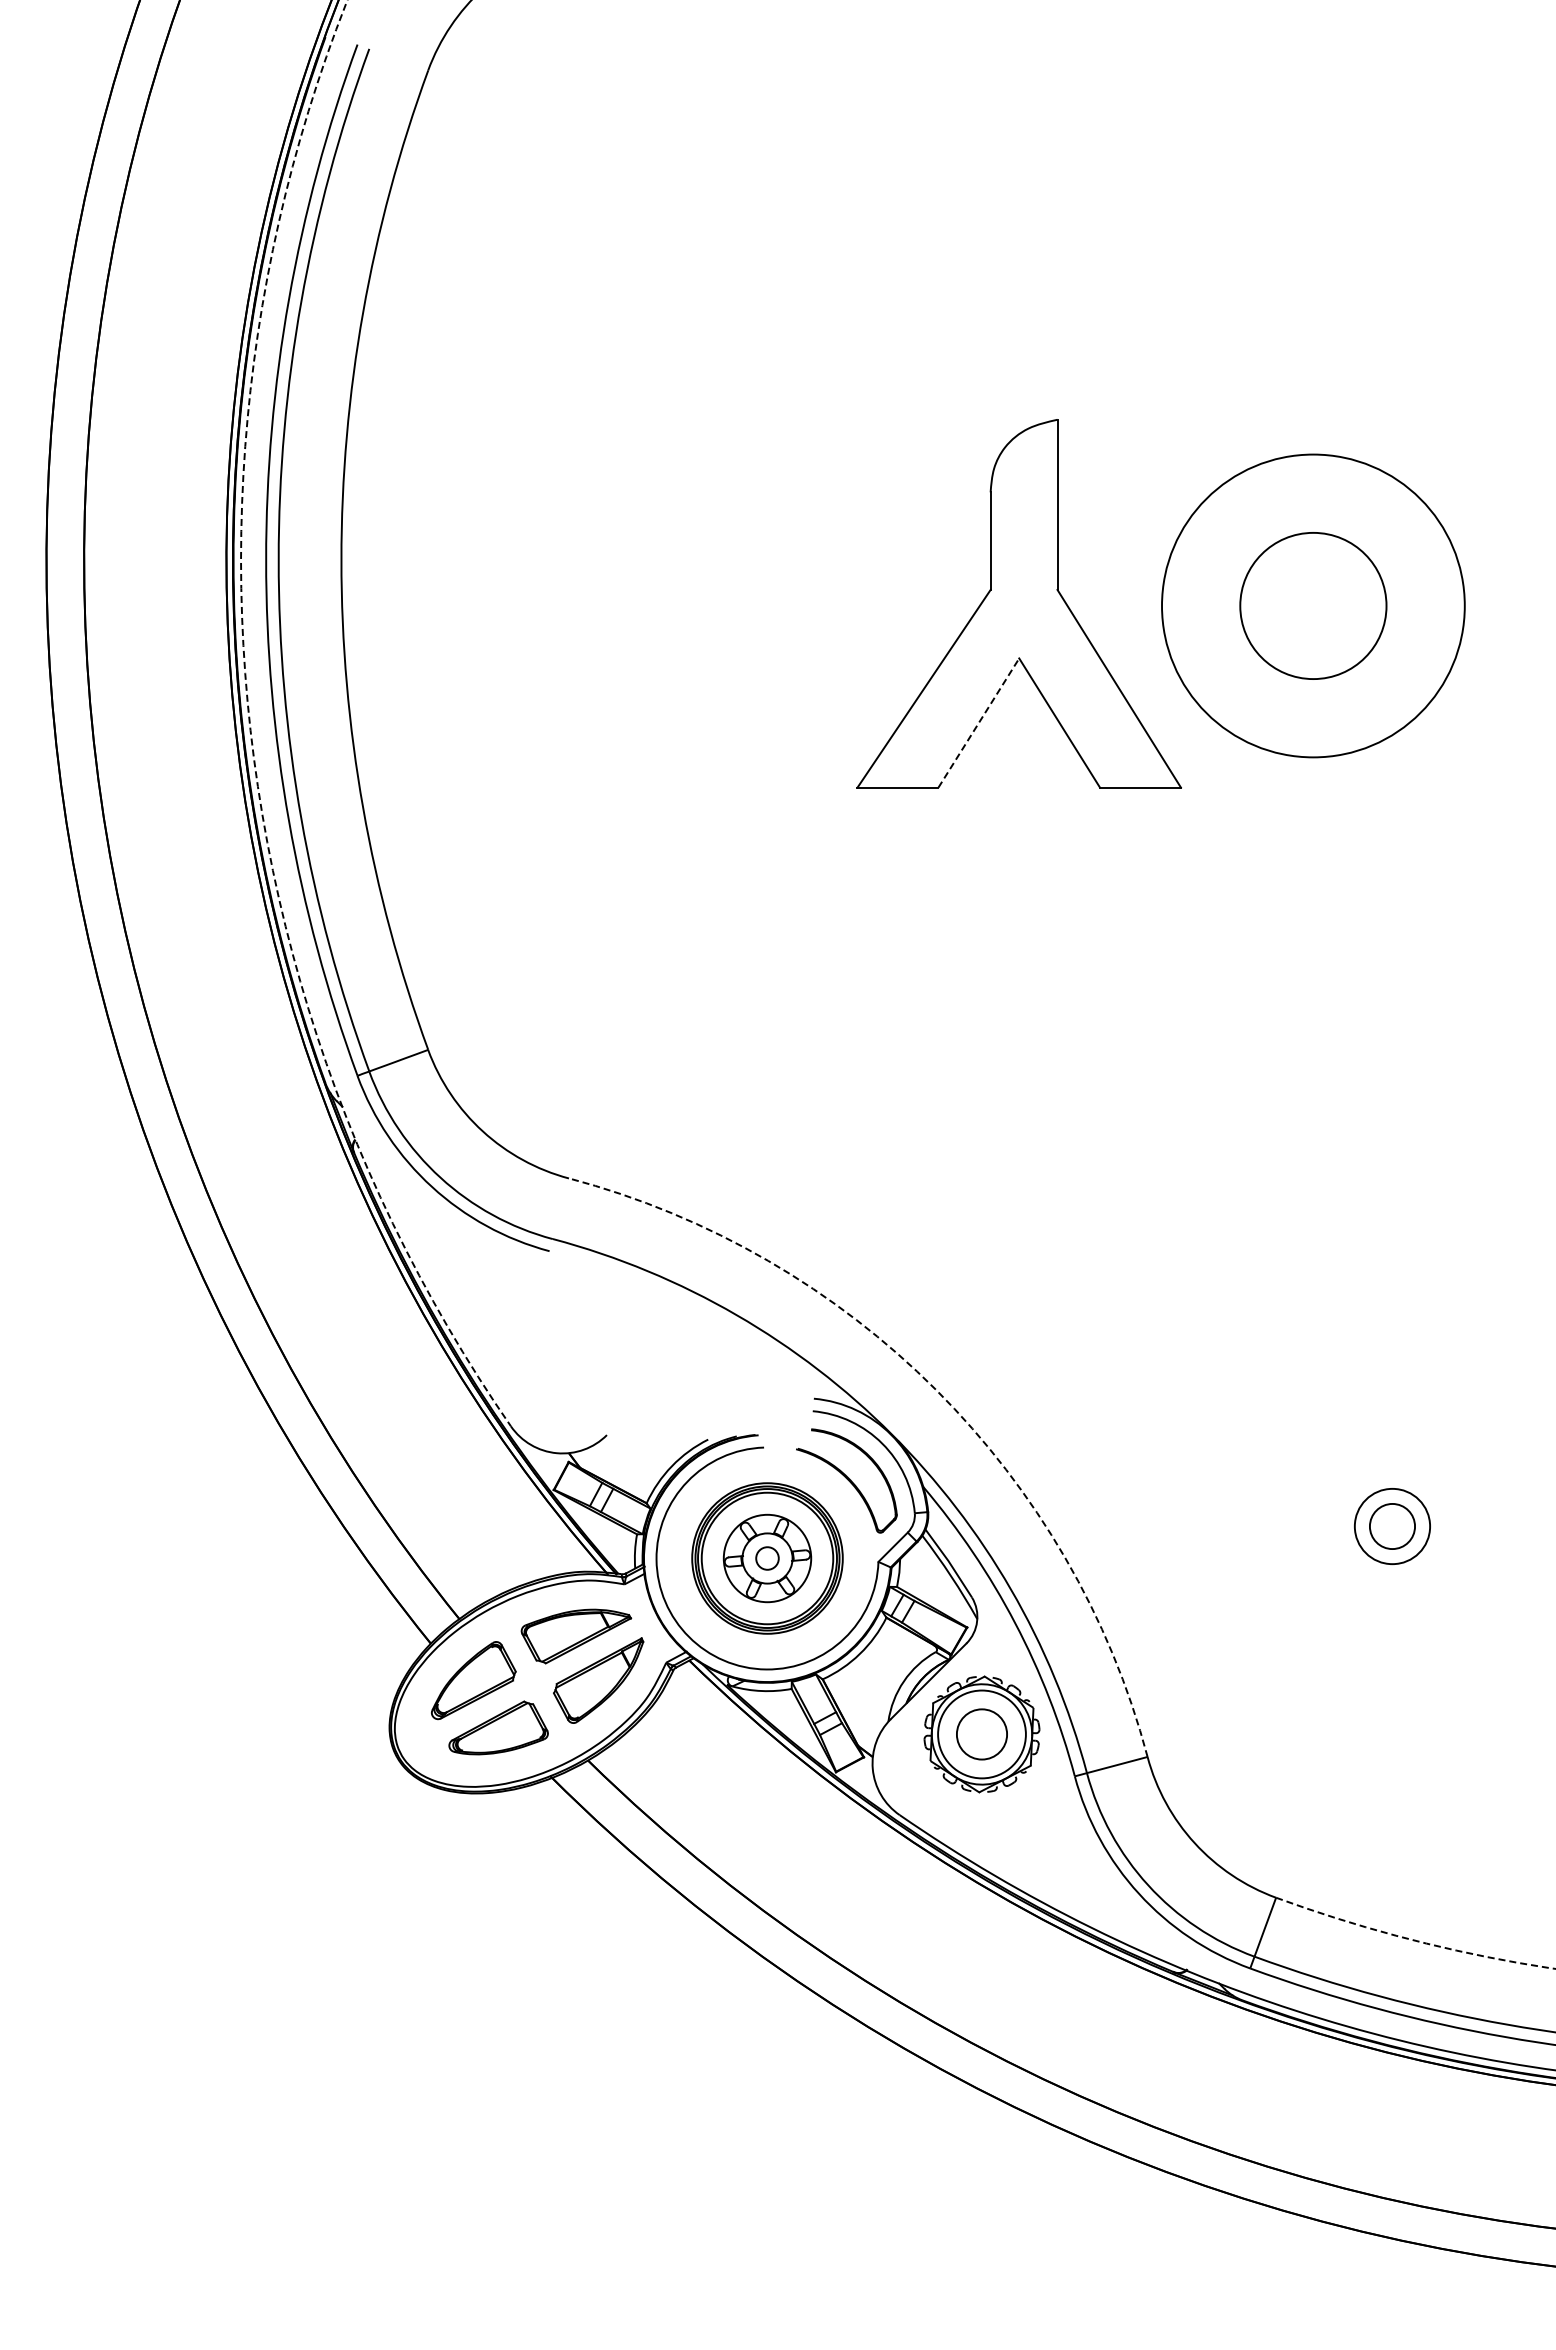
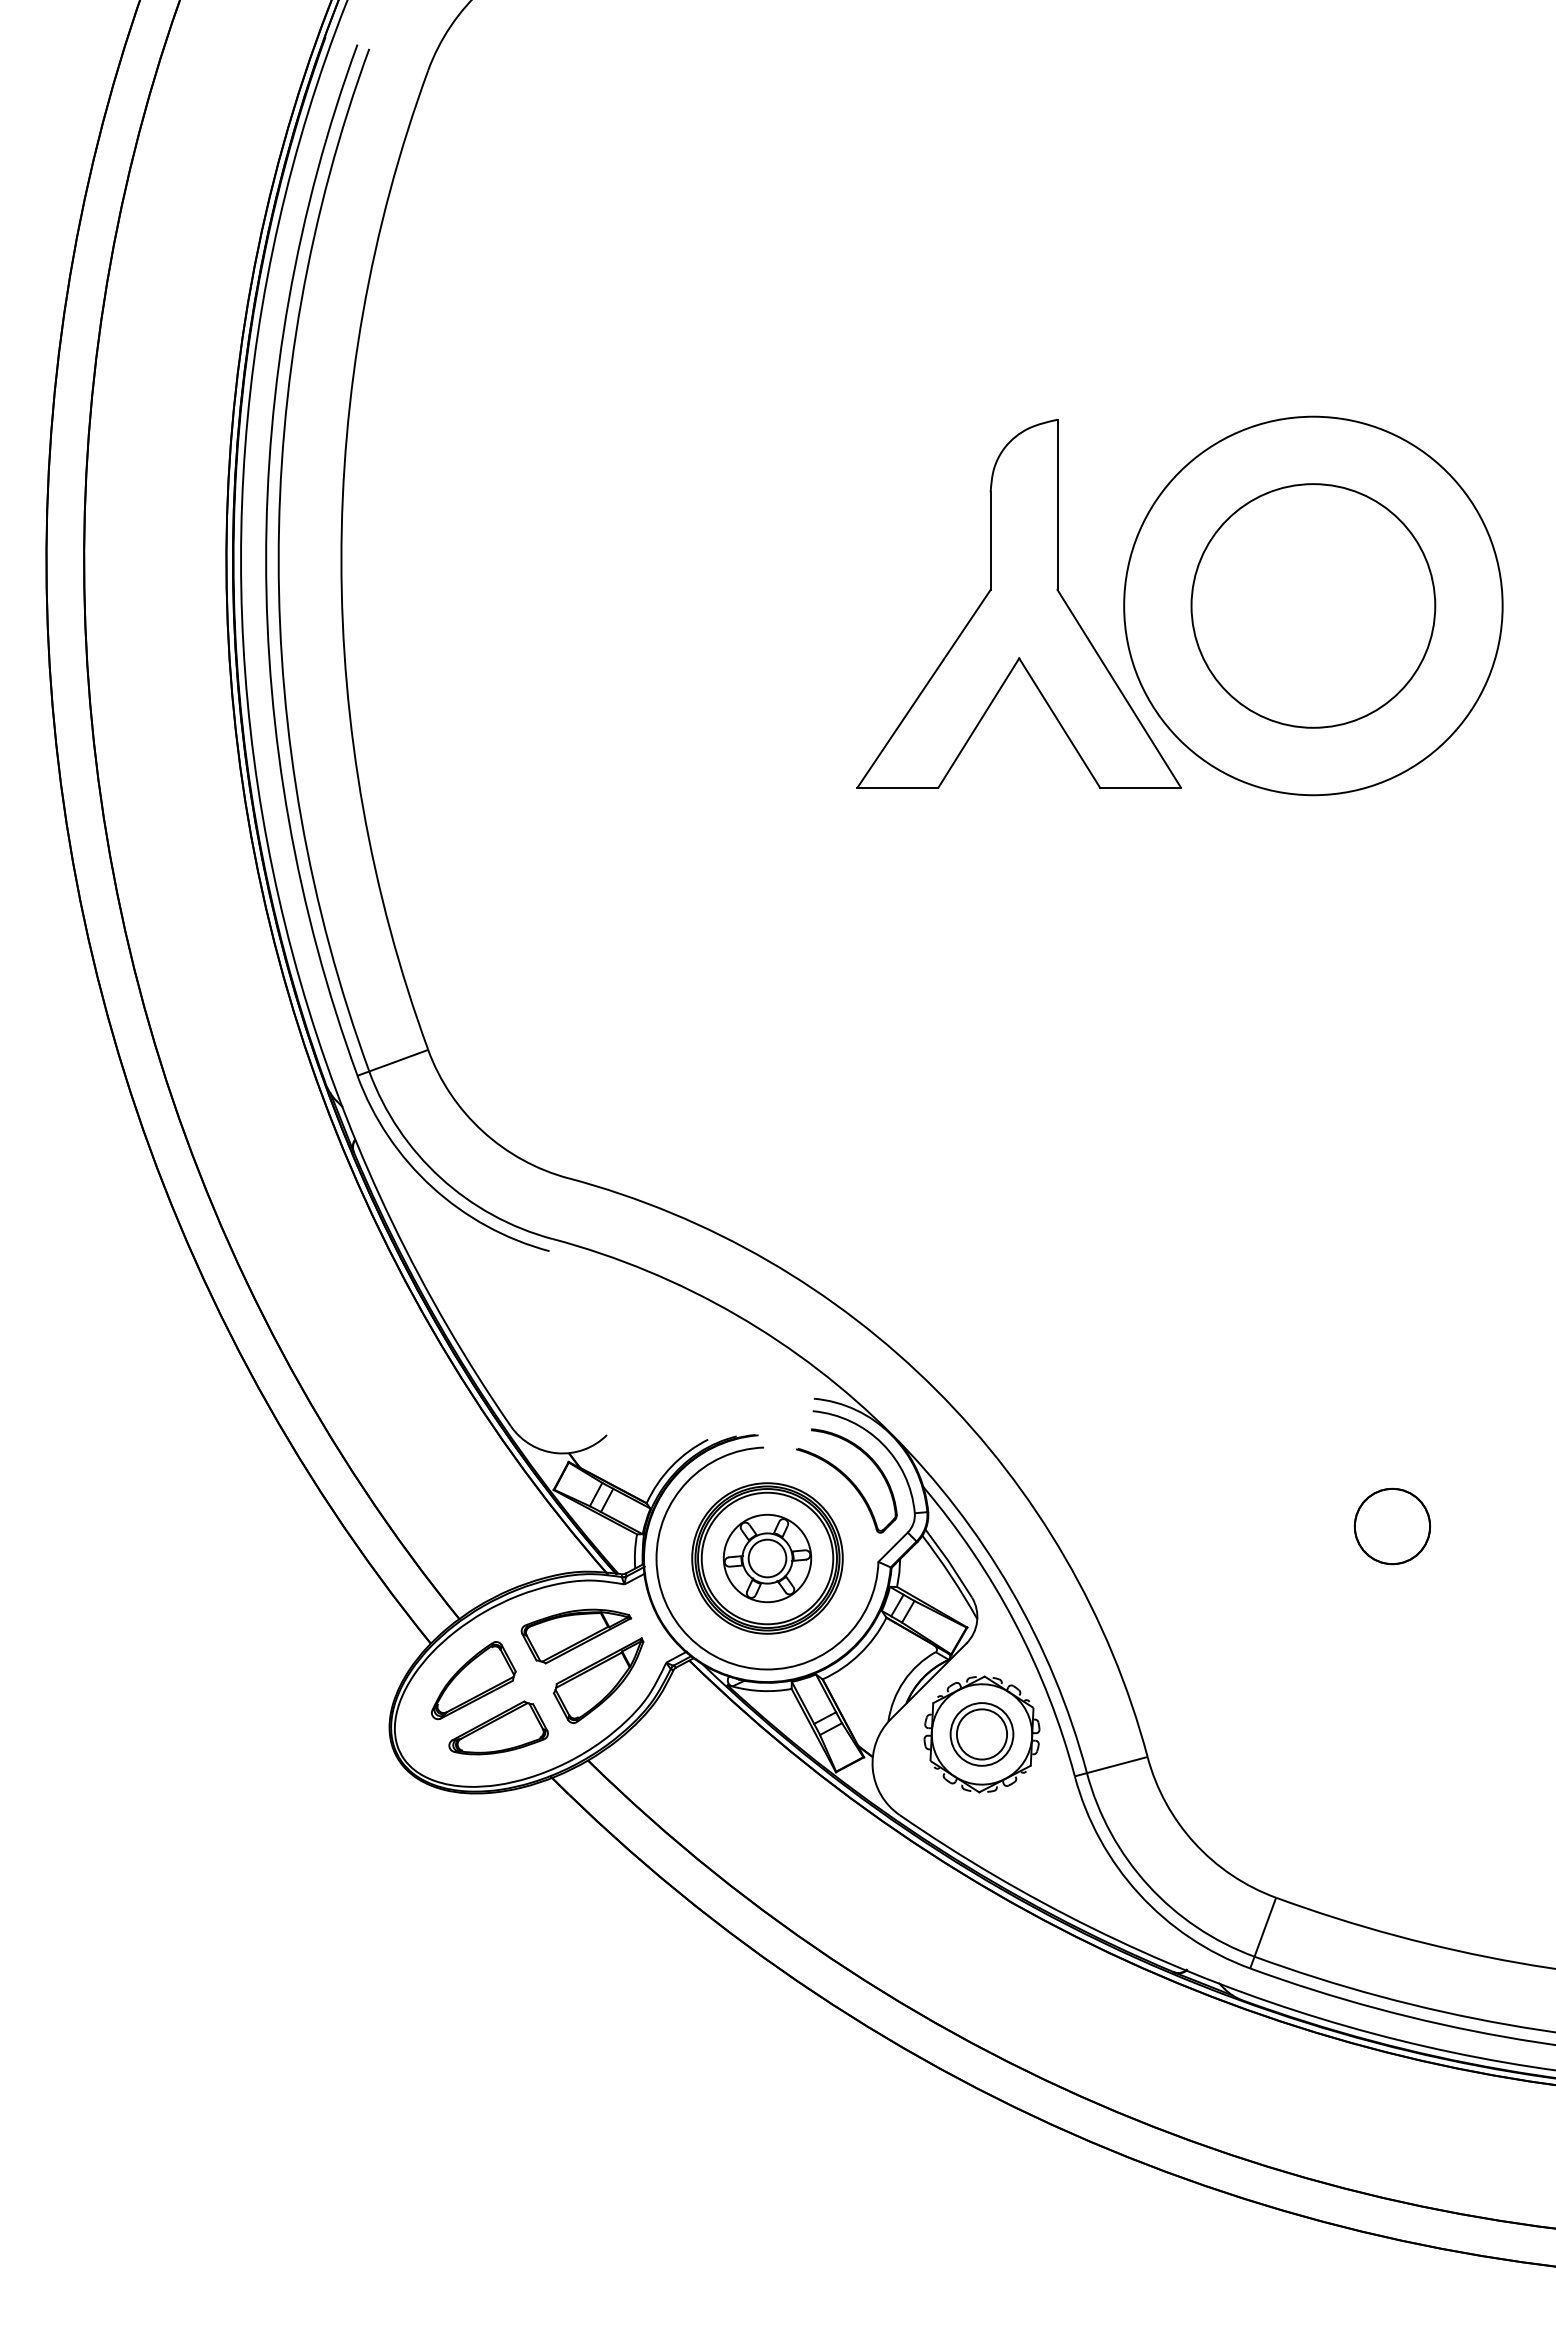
circle at (1313, 605) diameter: 146 px -> 244 px
circle at (1313, 605) diameter: 303 px -> 378 px
line at (979, 722): dashed -> solid
arc at (251, 738): dashed -> solid
arc at (936, 1389): dashed -> solid
circle at (1392, 1526) diameter: 45 px -> 75 px
circle at (767, 1558) diameter: 23 px -> 38 px
circle at (981, 1734) diameter: 88 px -> 63 px
arc at (1414, 1940): dashed -> solid
